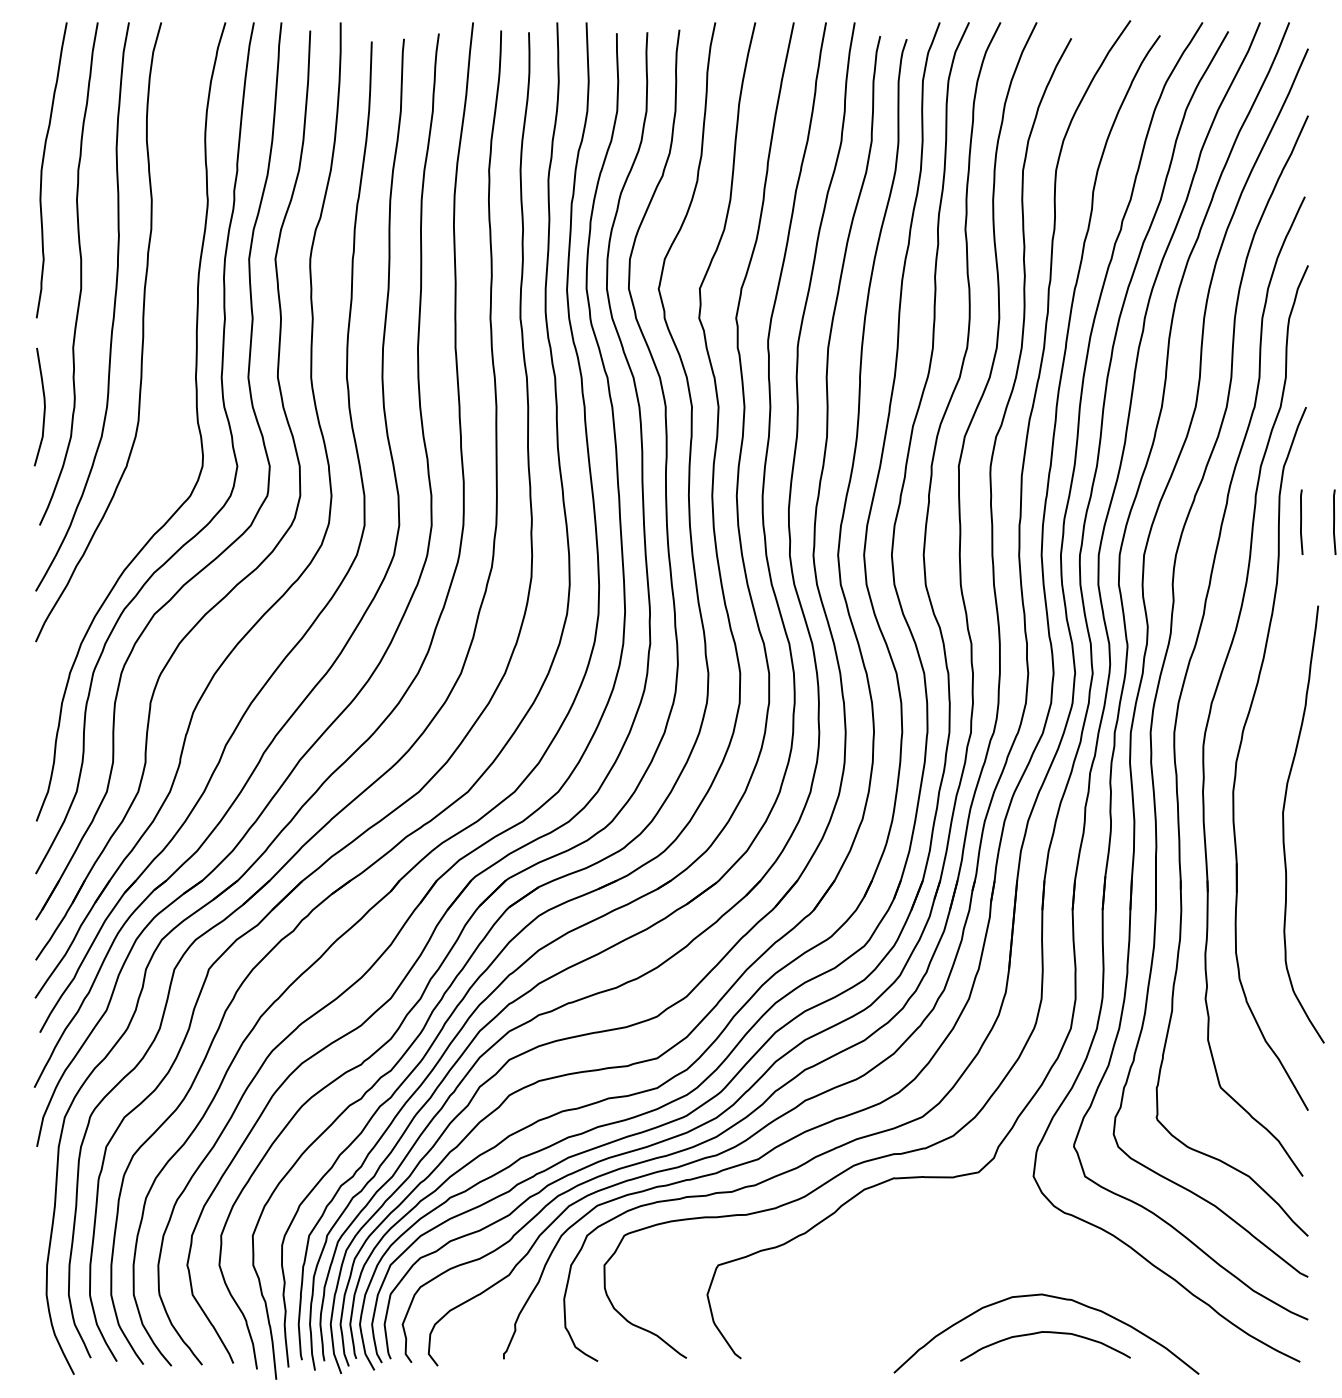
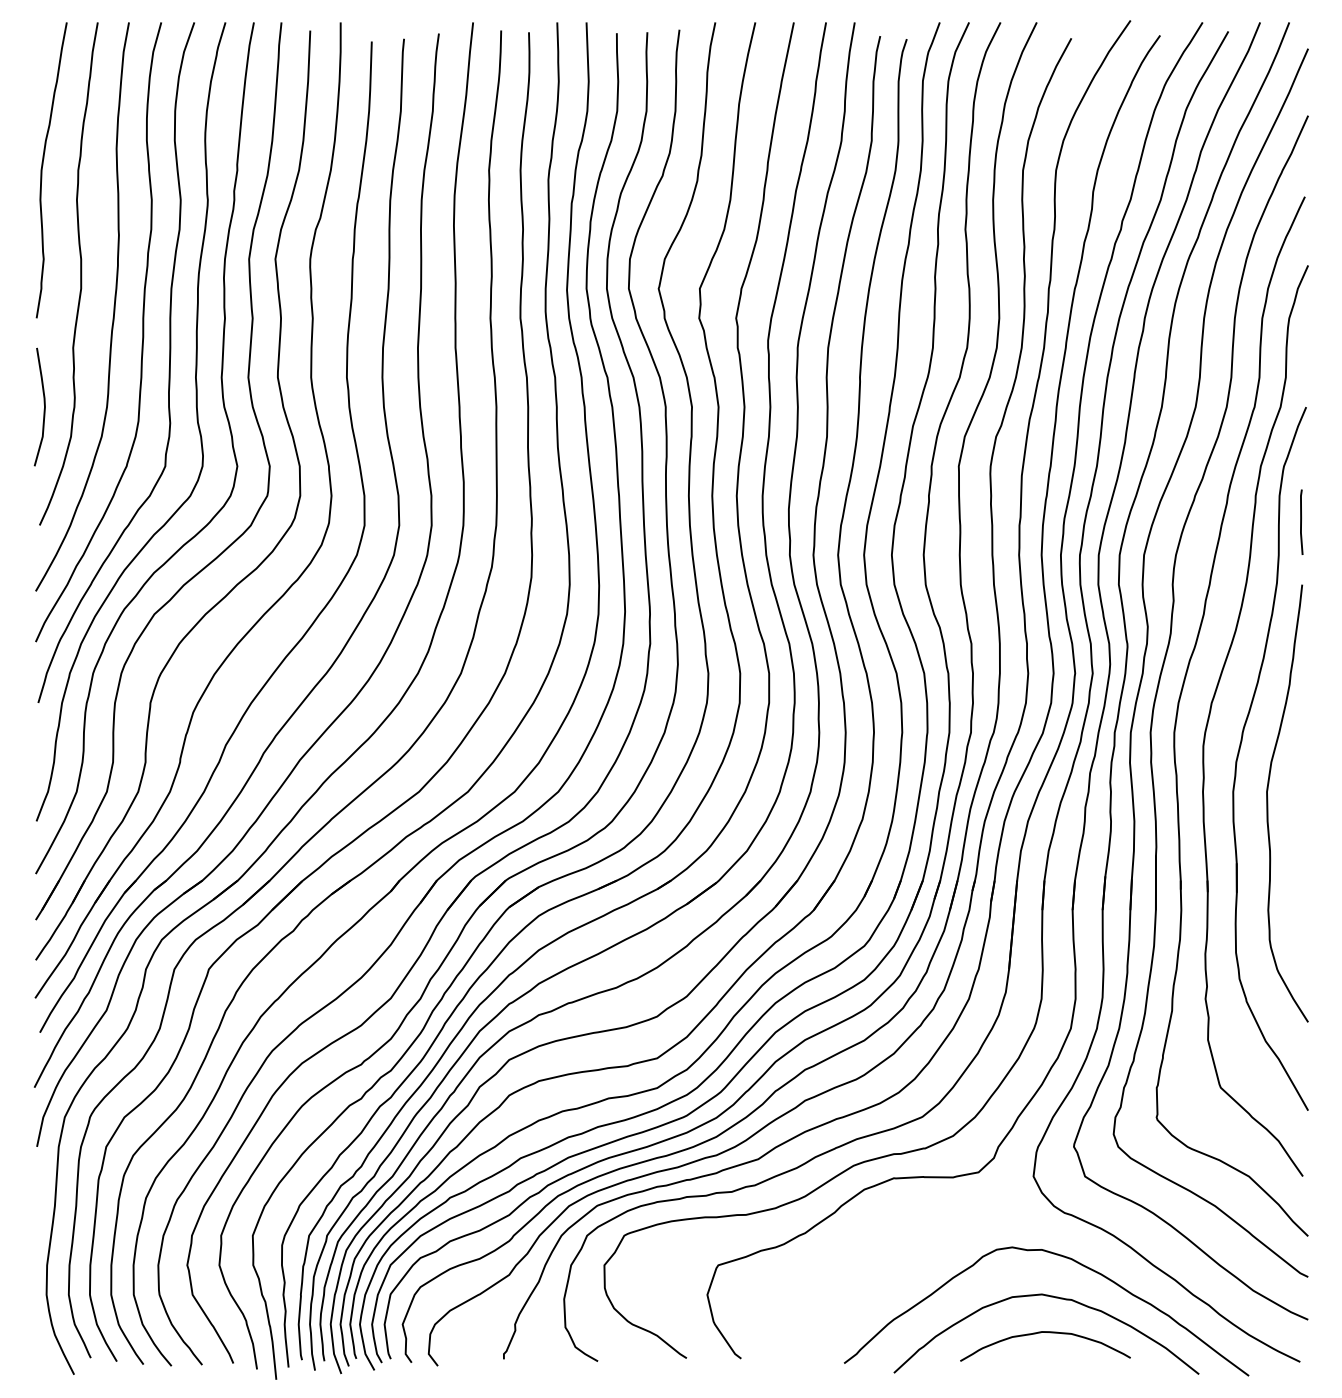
curve at (168, 370): none -> present
line at (1334, 521): present -> none
curve at (1284, 824) position: (1284, 824) -> (1268, 803)
curve at (1059, 1256): none -> present
